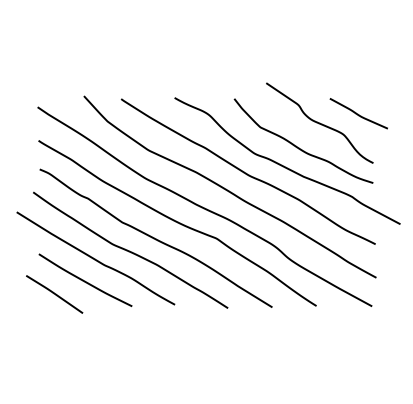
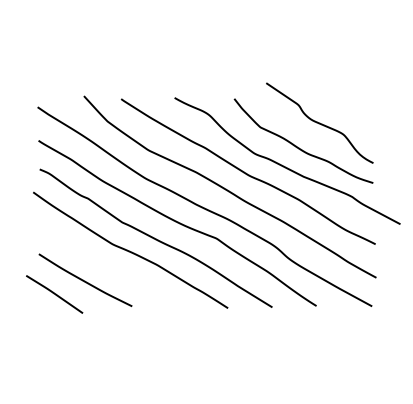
curve at (357, 113): present -> none
curve at (95, 258): present -> none
